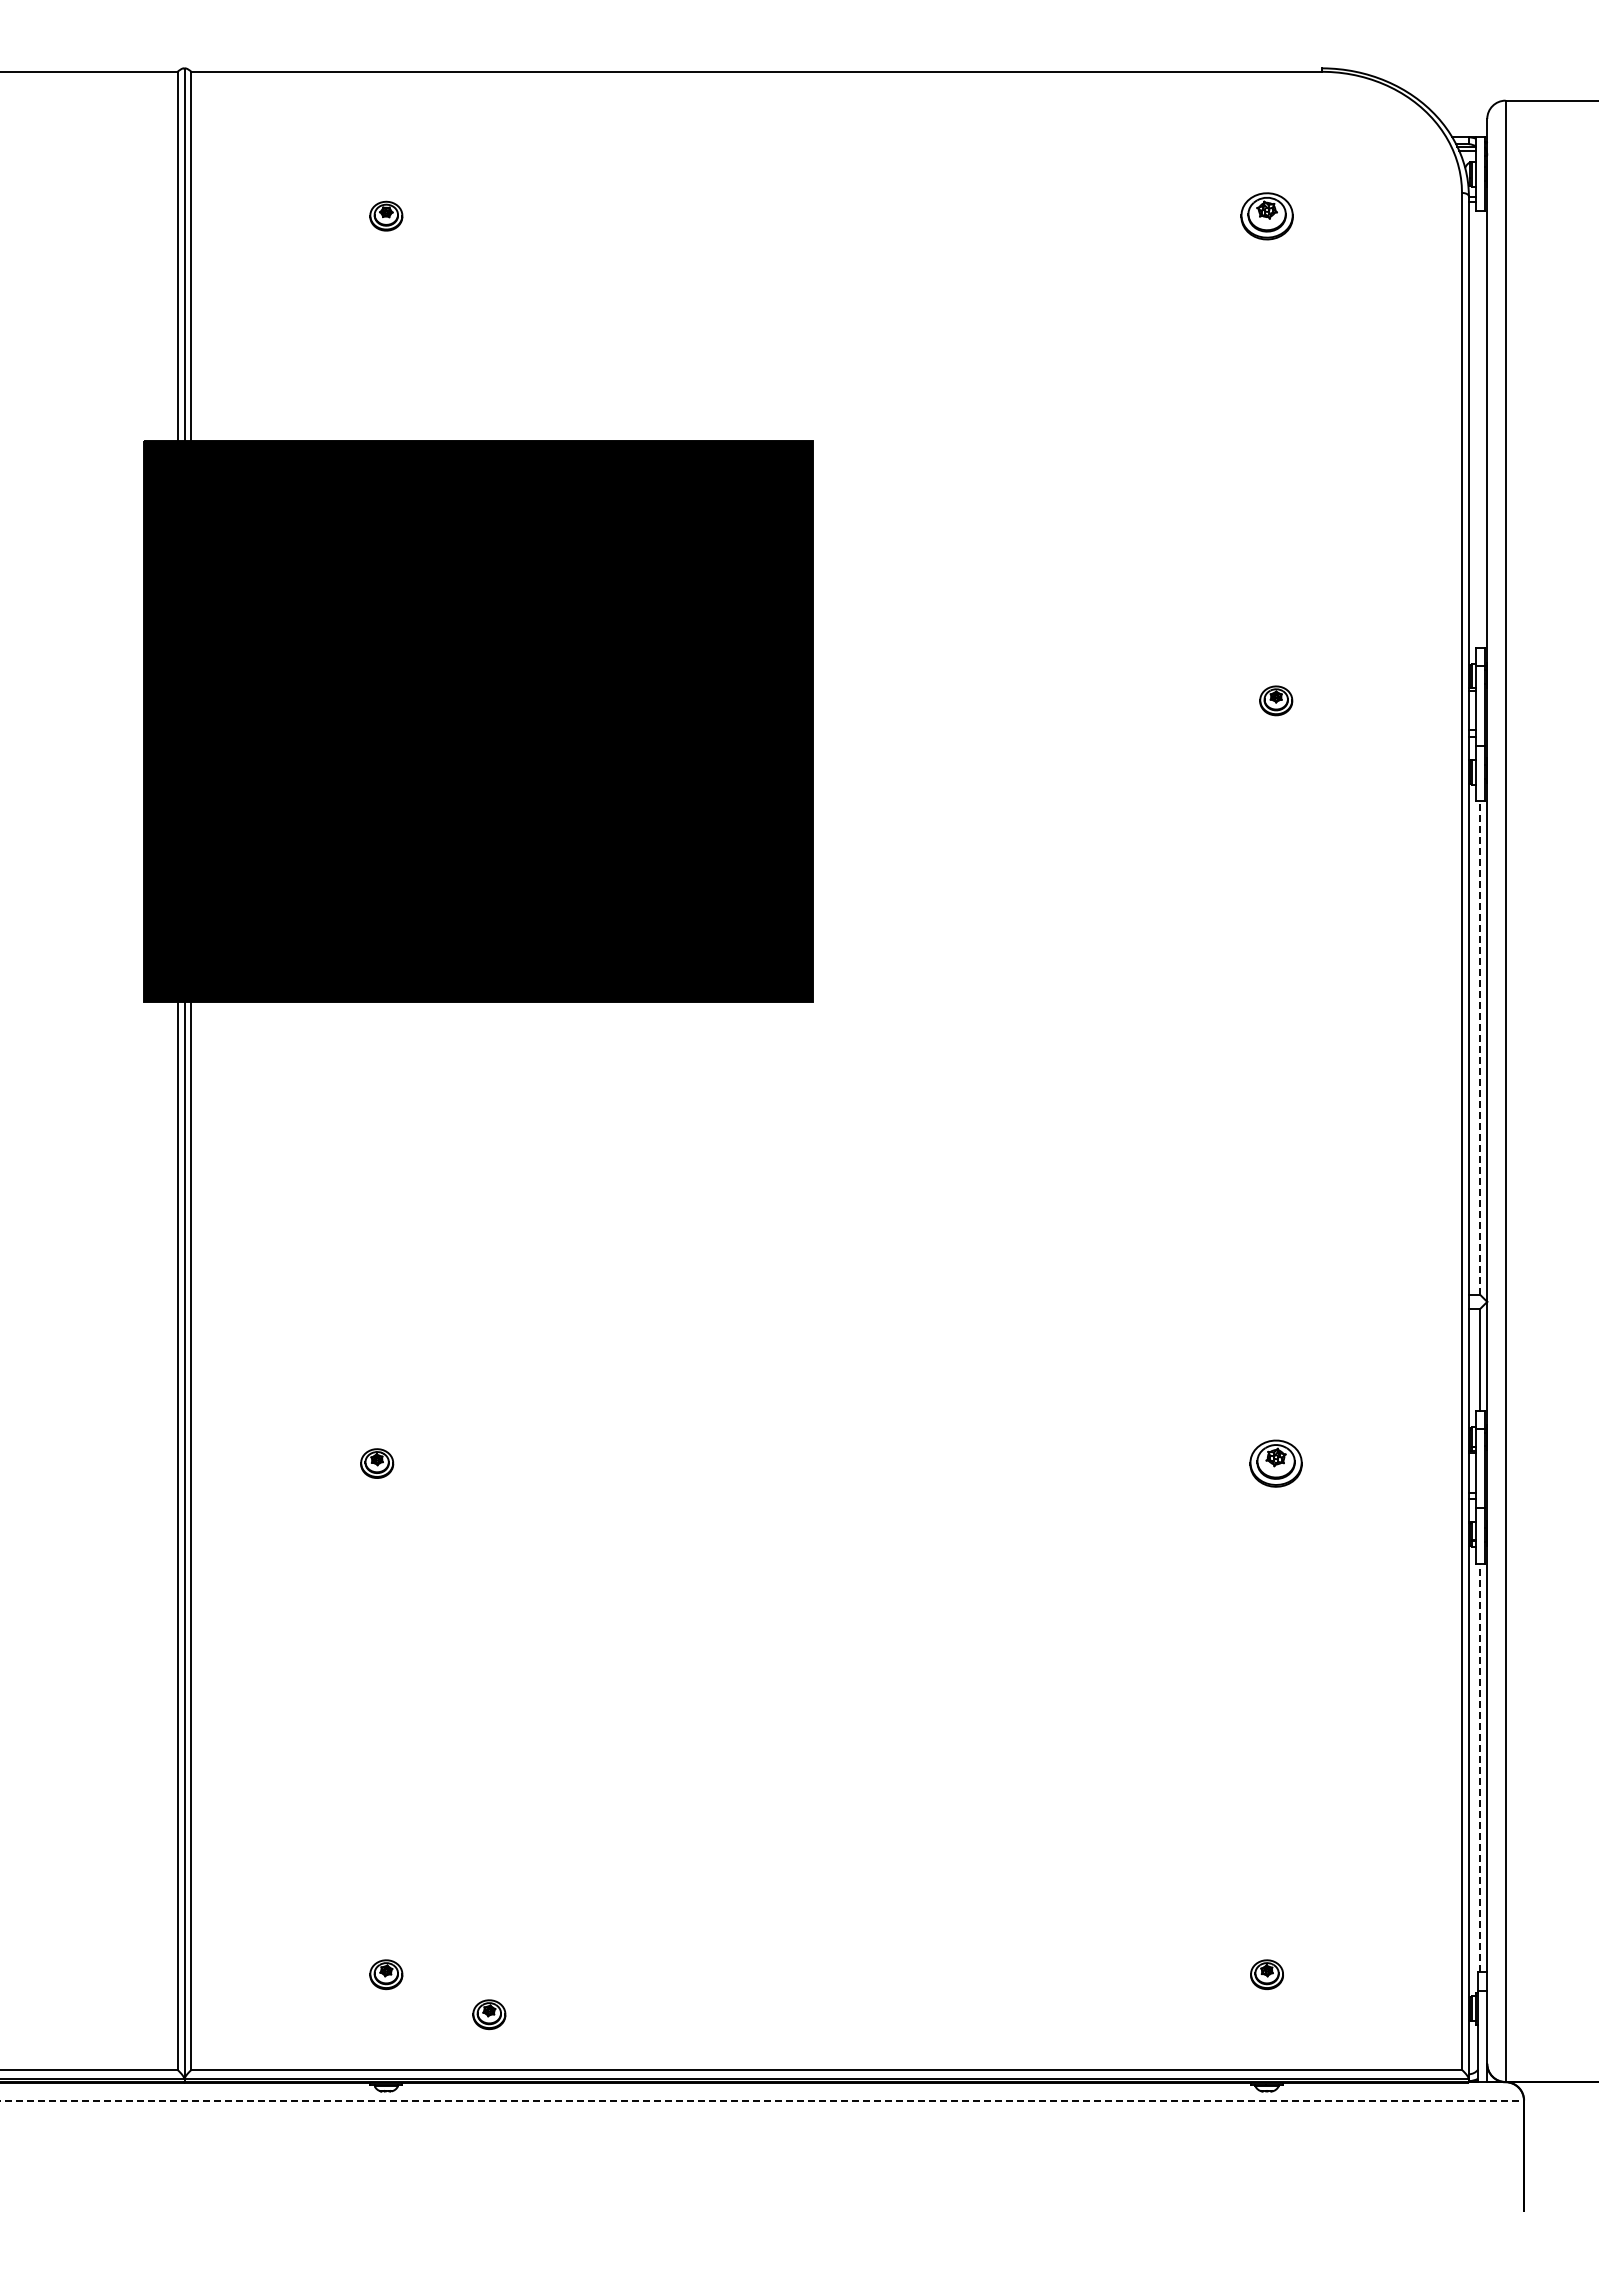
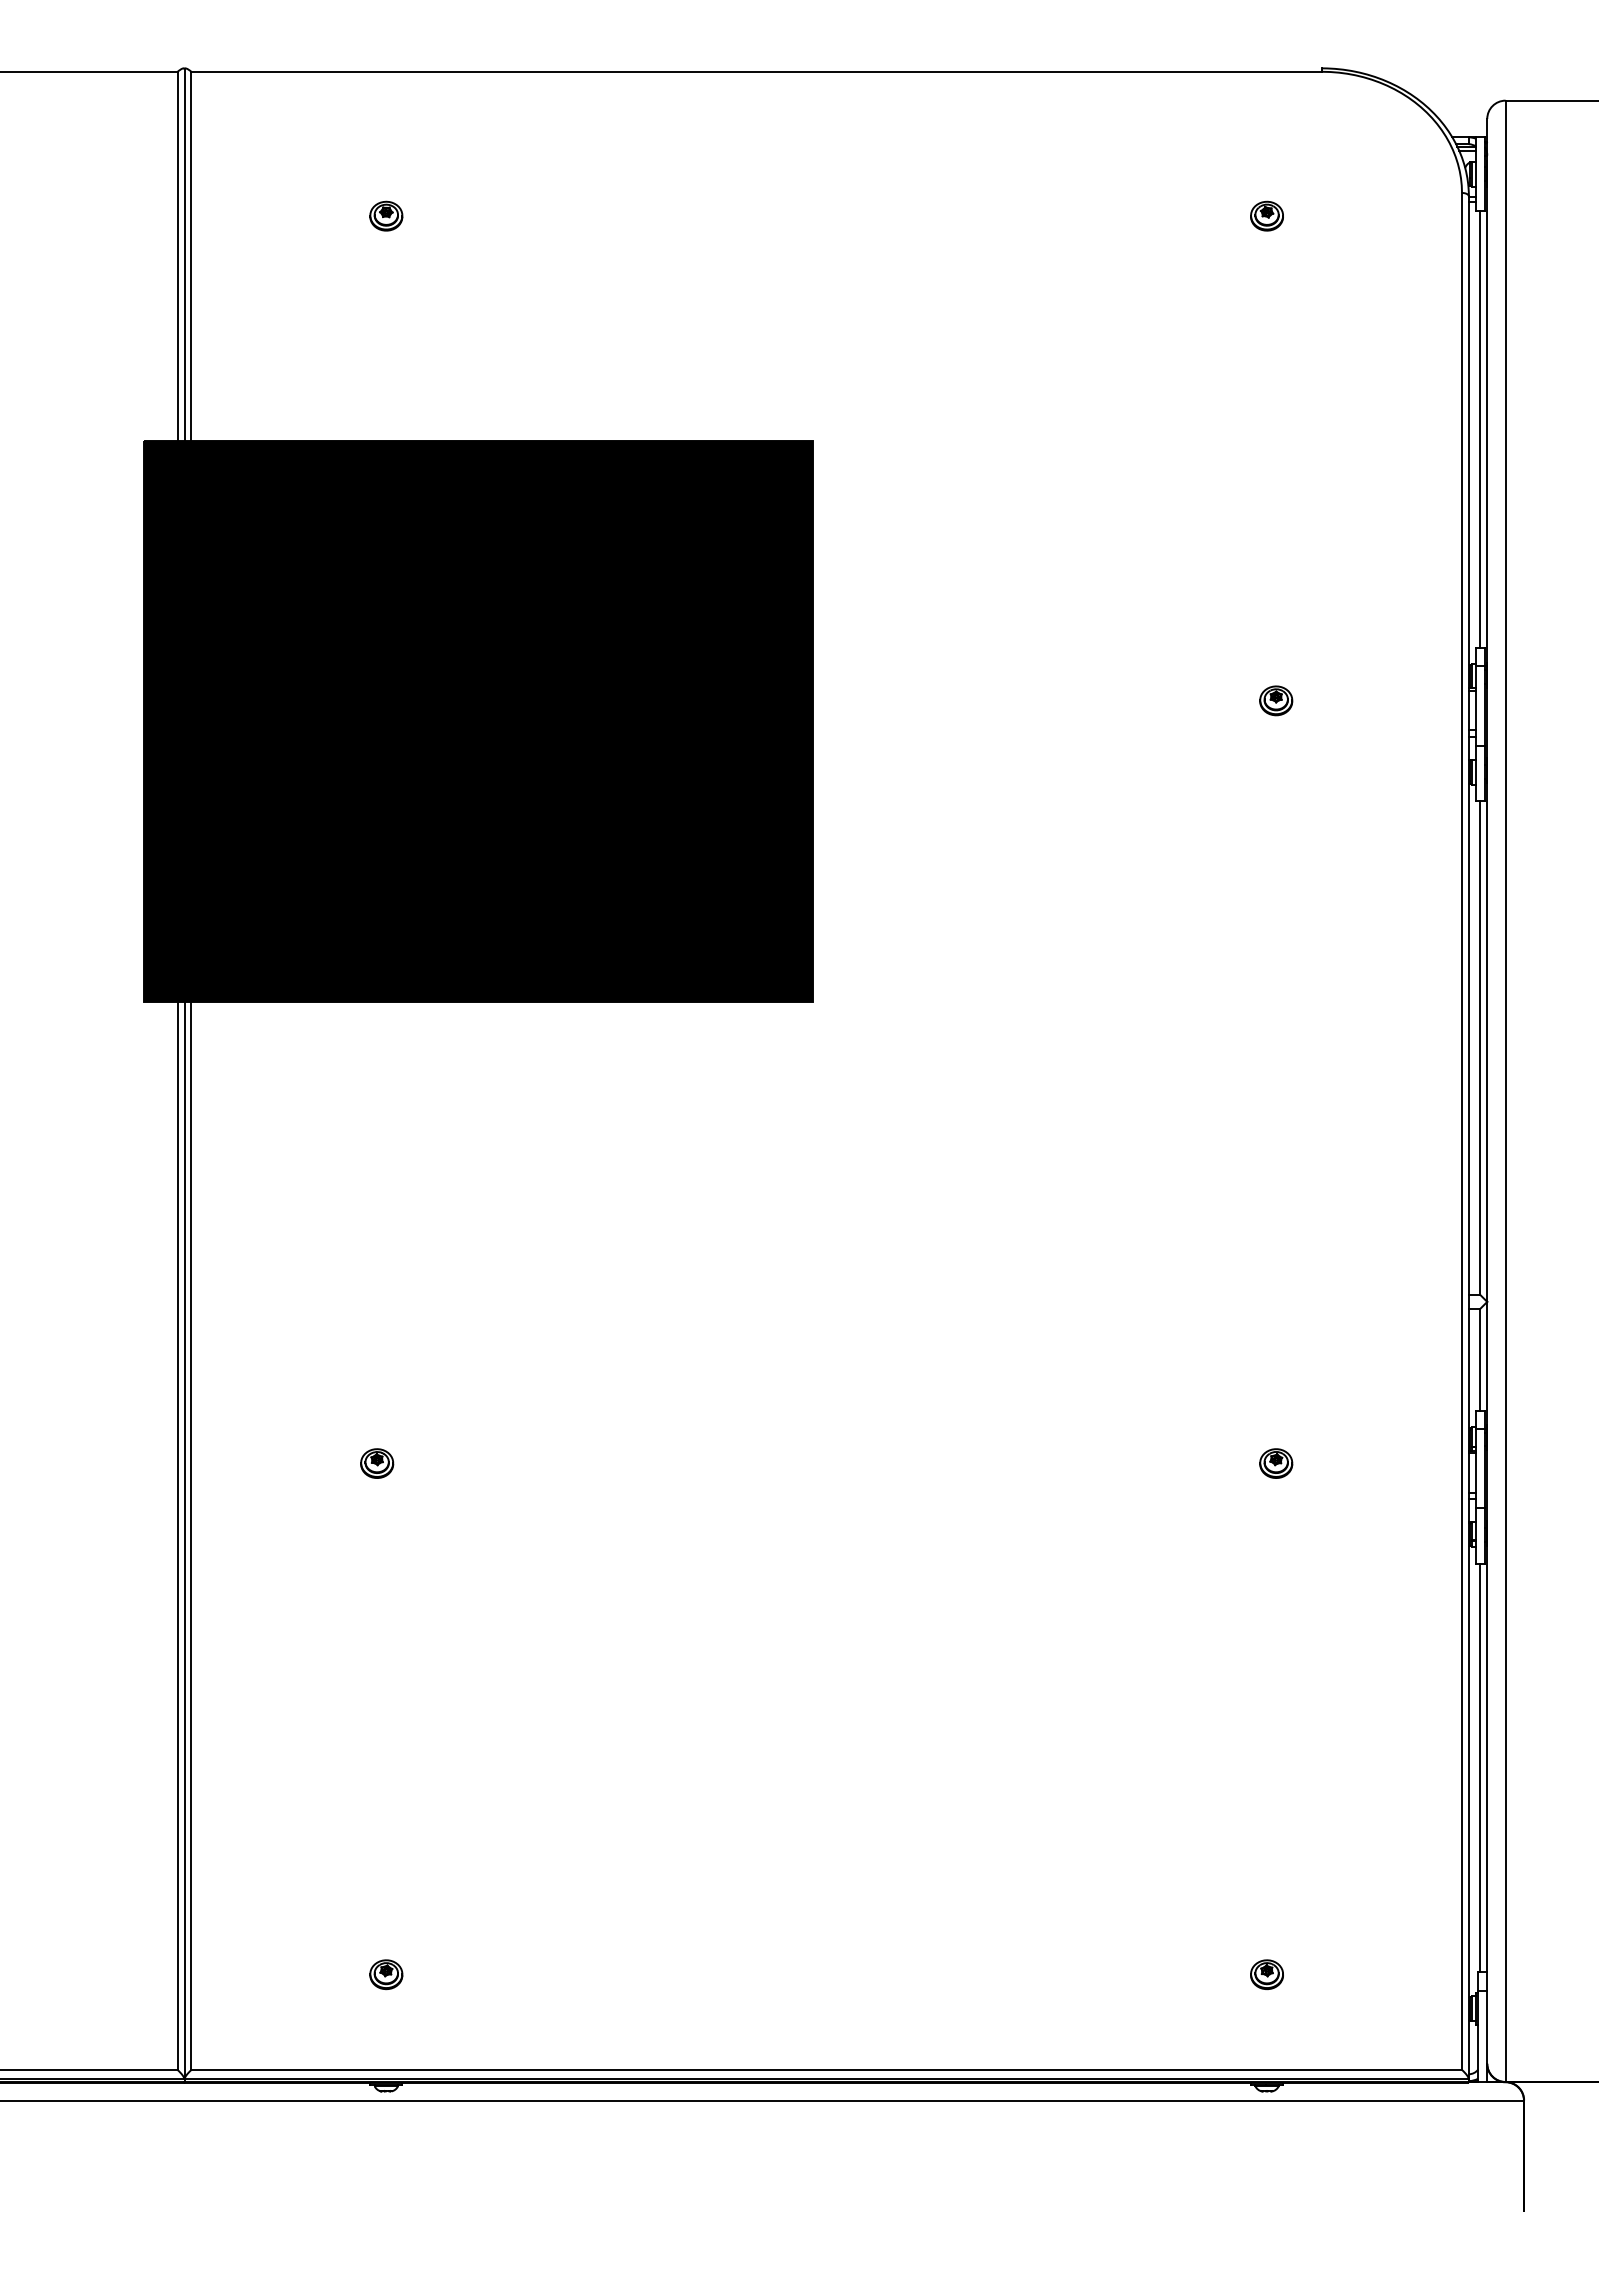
part at (1266, 216) size: 54x49 px -> 34x32 px
line at (1480, 428): none -> present
line at (1480, 1047): dashed -> solid
part at (1275, 1463) size: 54x49 px -> 35x31 px
line at (1480, 1767): dashed -> solid
part at (489, 2014): present -> none
line at (762, 2100): dashed -> solid
